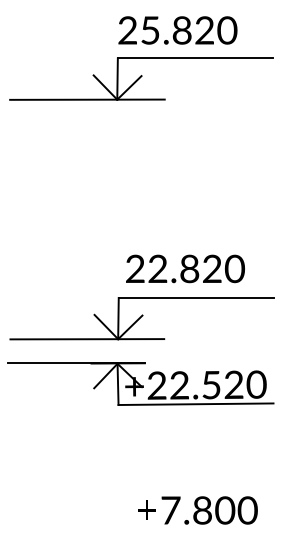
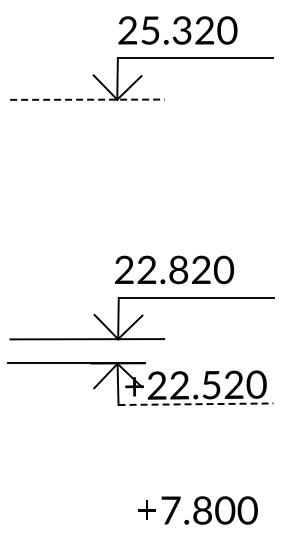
text at (181, 30): 25.820 -> 25.320
line at (87, 99): solid -> dashed
text at (185, 268) position: (185, 268) -> (174, 269)
line at (196, 404): solid -> dashed
